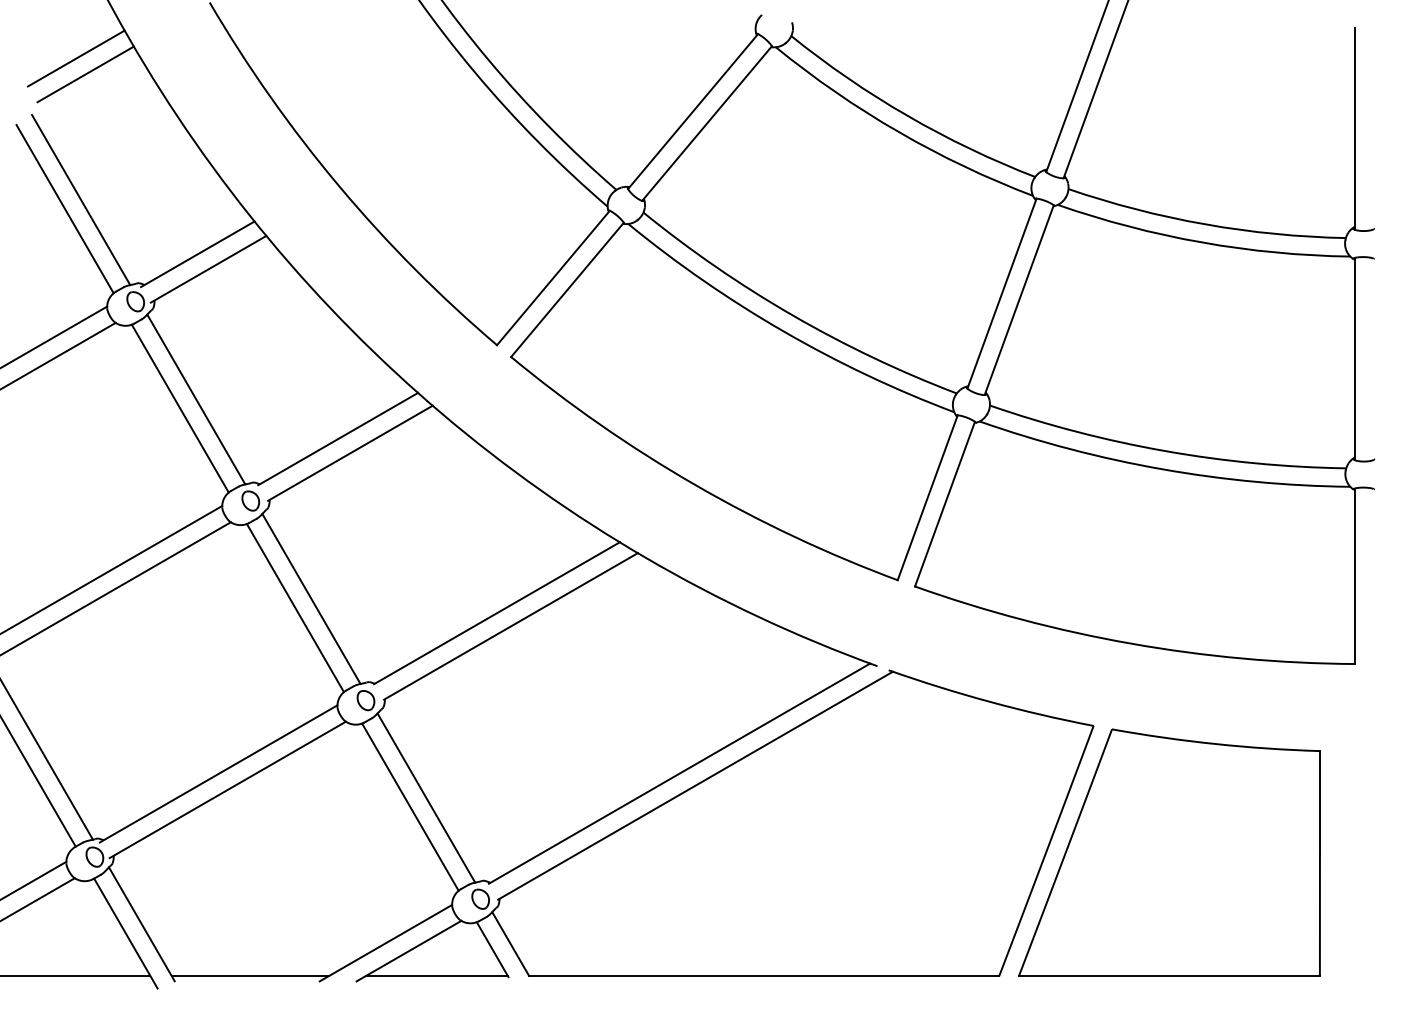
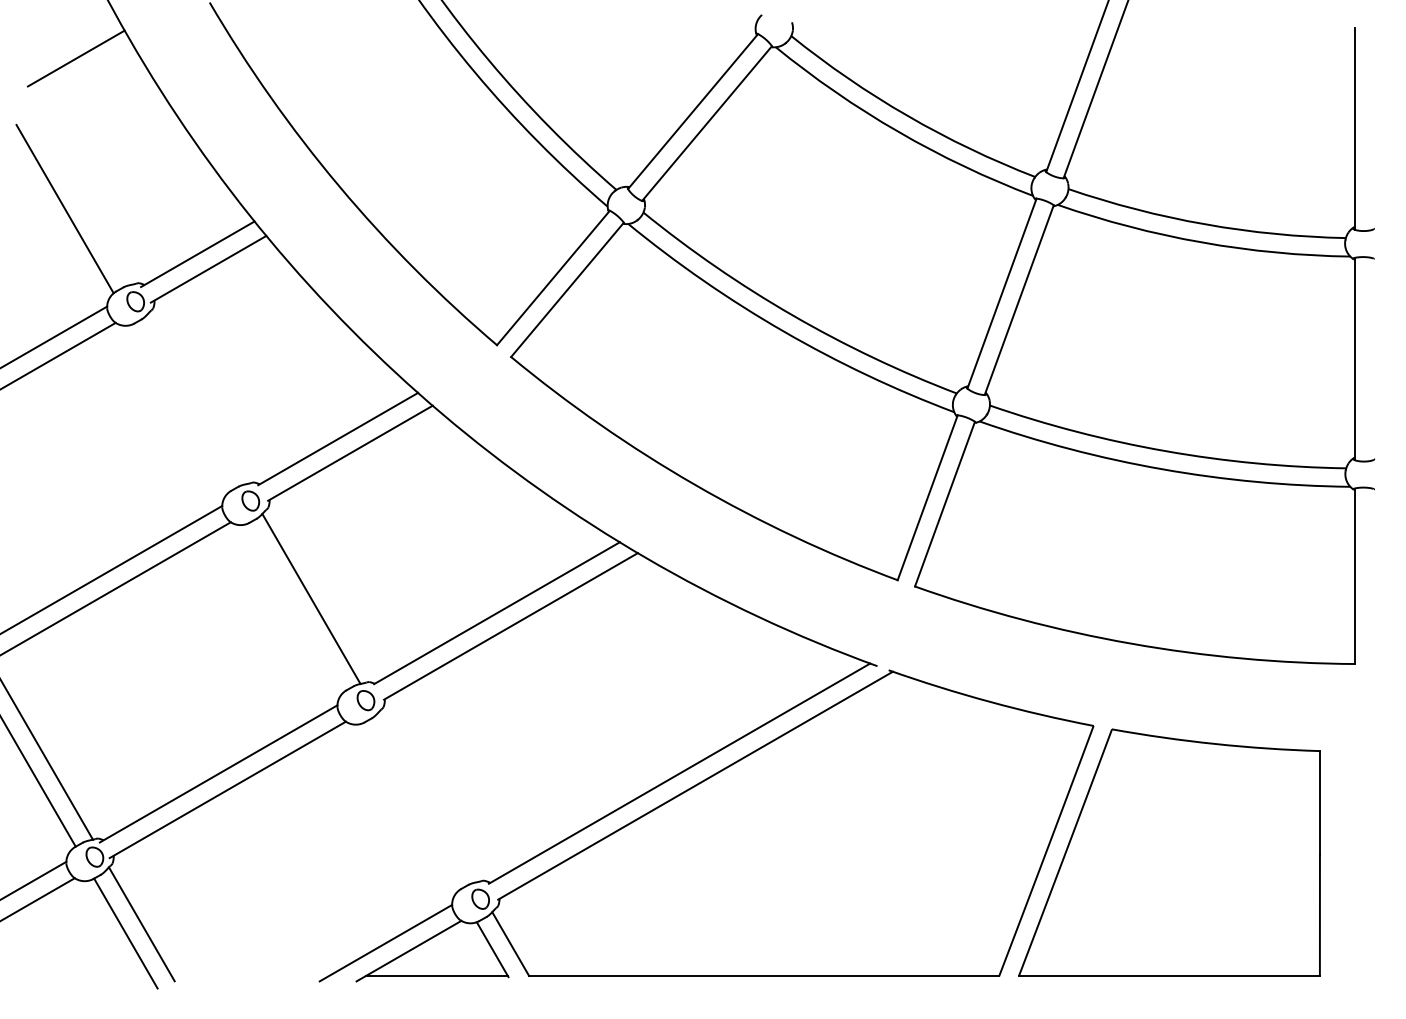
line at (85, 74): present -> none
line at (81, 199): present -> none
line at (196, 399): present -> none
line at (179, 408): present -> none
line at (294, 608): present -> none
line at (426, 797): present -> none
line at (410, 806): present -> none
line at (76, 975): present -> none
line at (250, 975): present -> none
